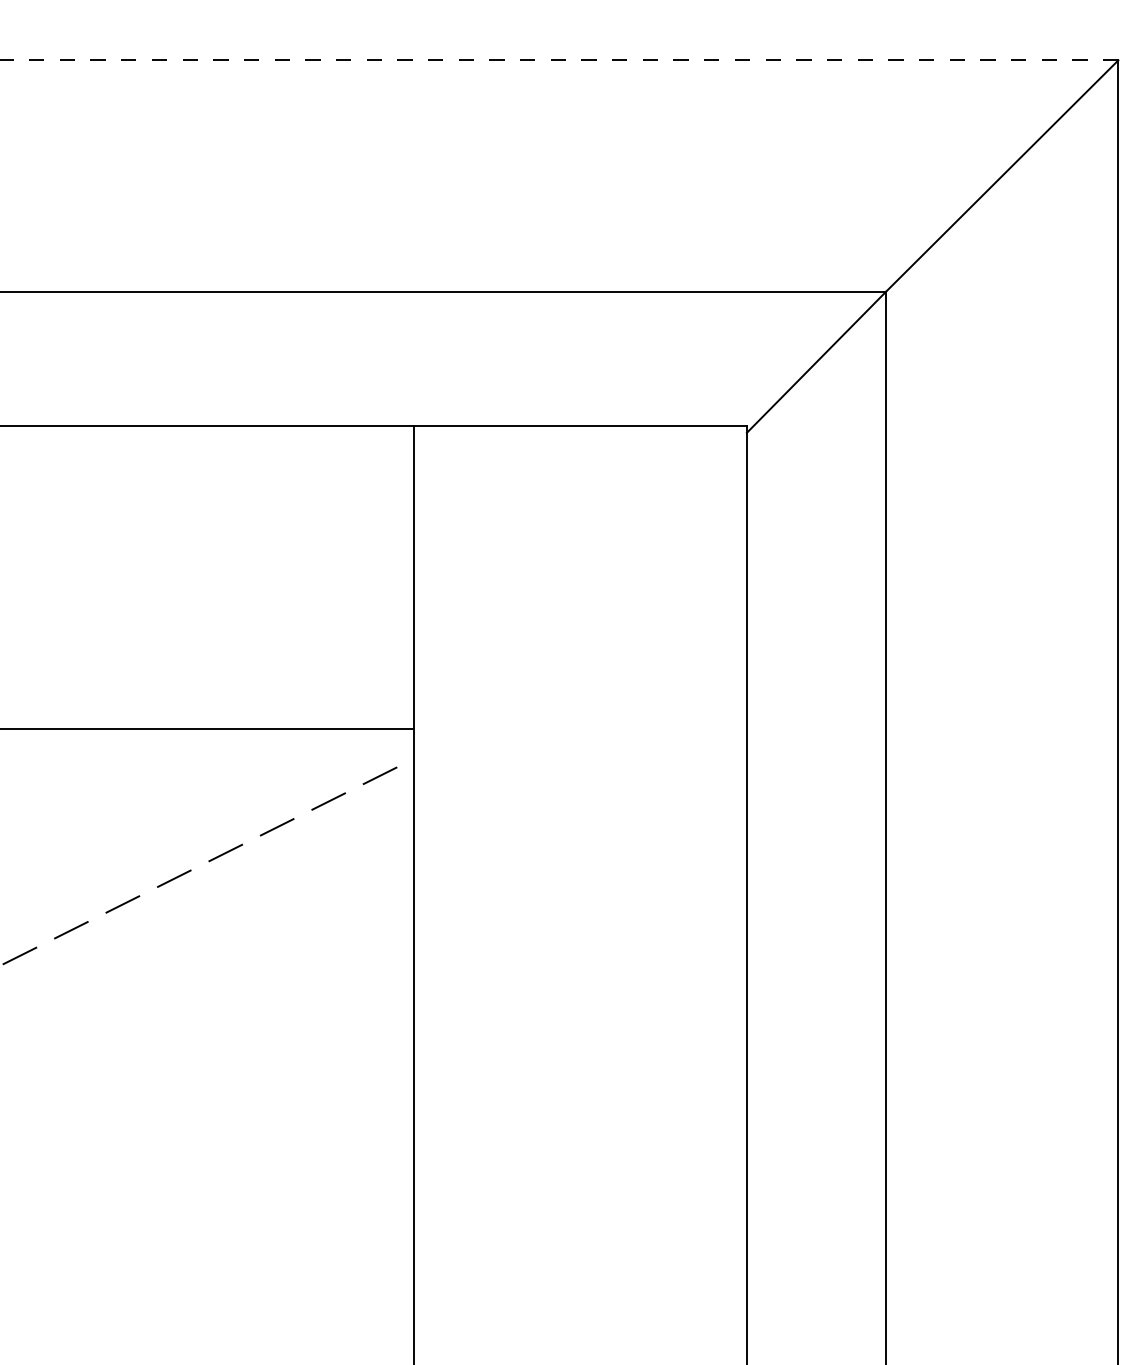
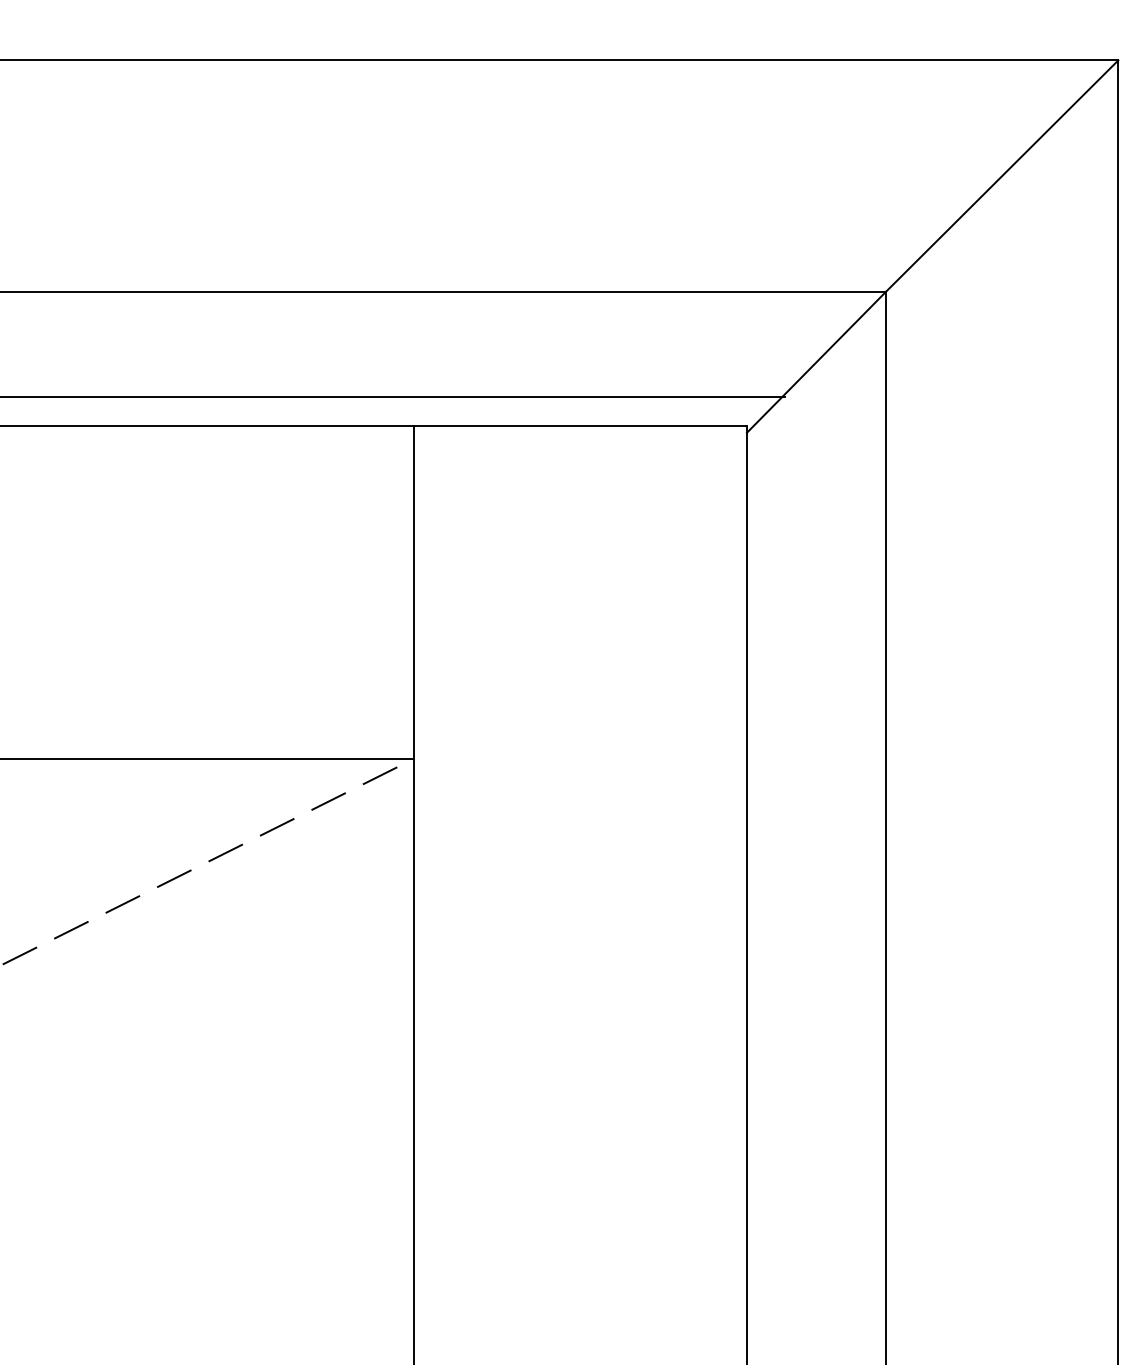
line at (559, 60): dashed -> solid
line at (393, 397): none -> present
line at (208, 728) position: (208, 728) -> (208, 758)
